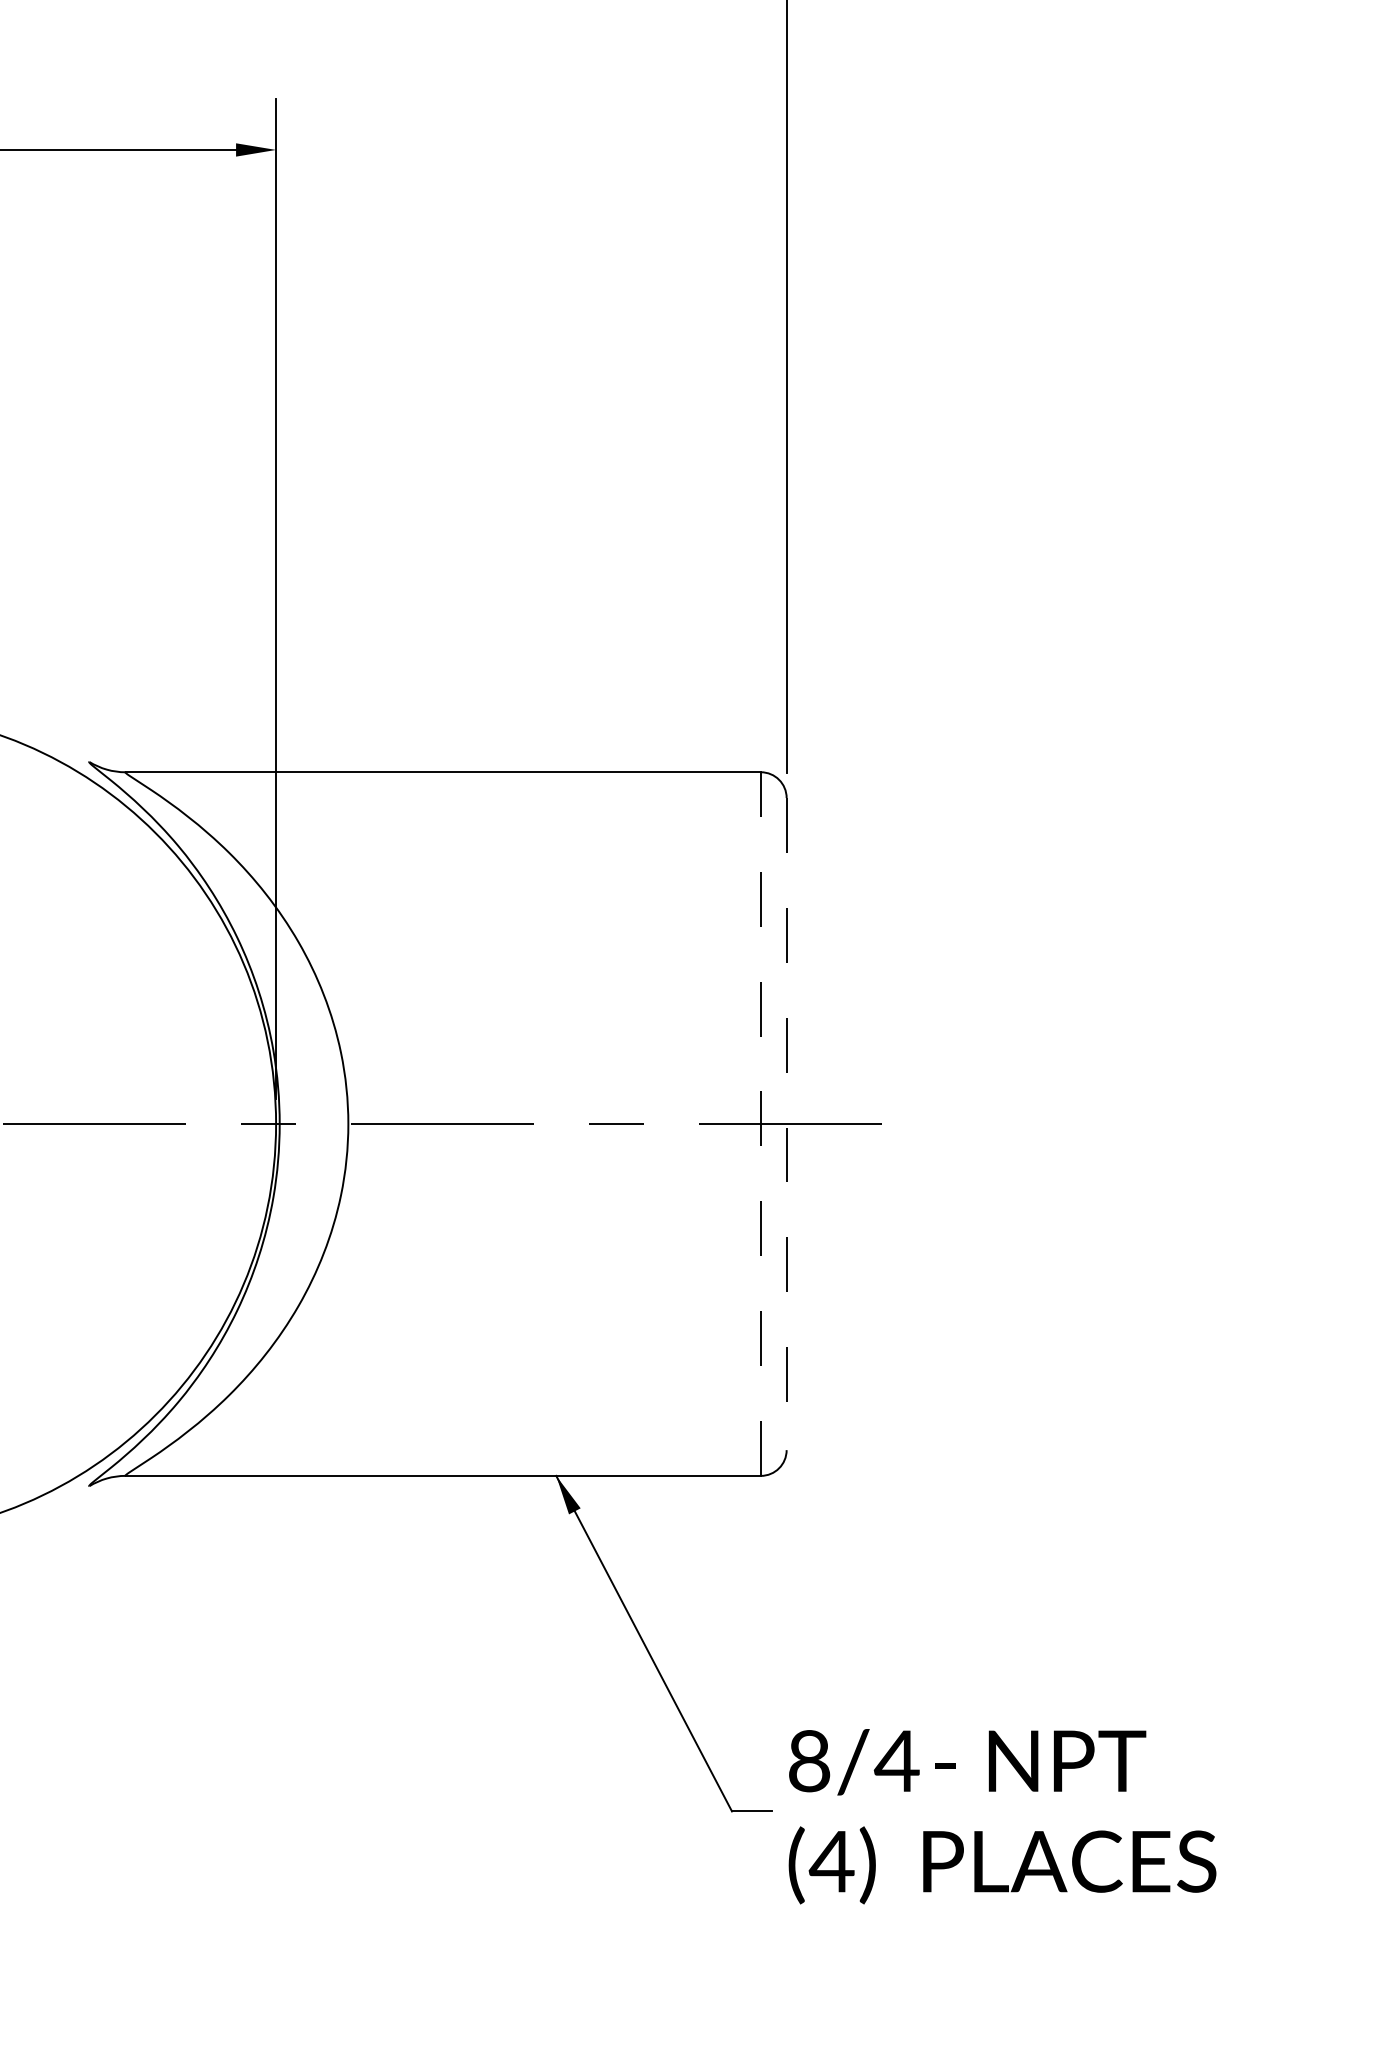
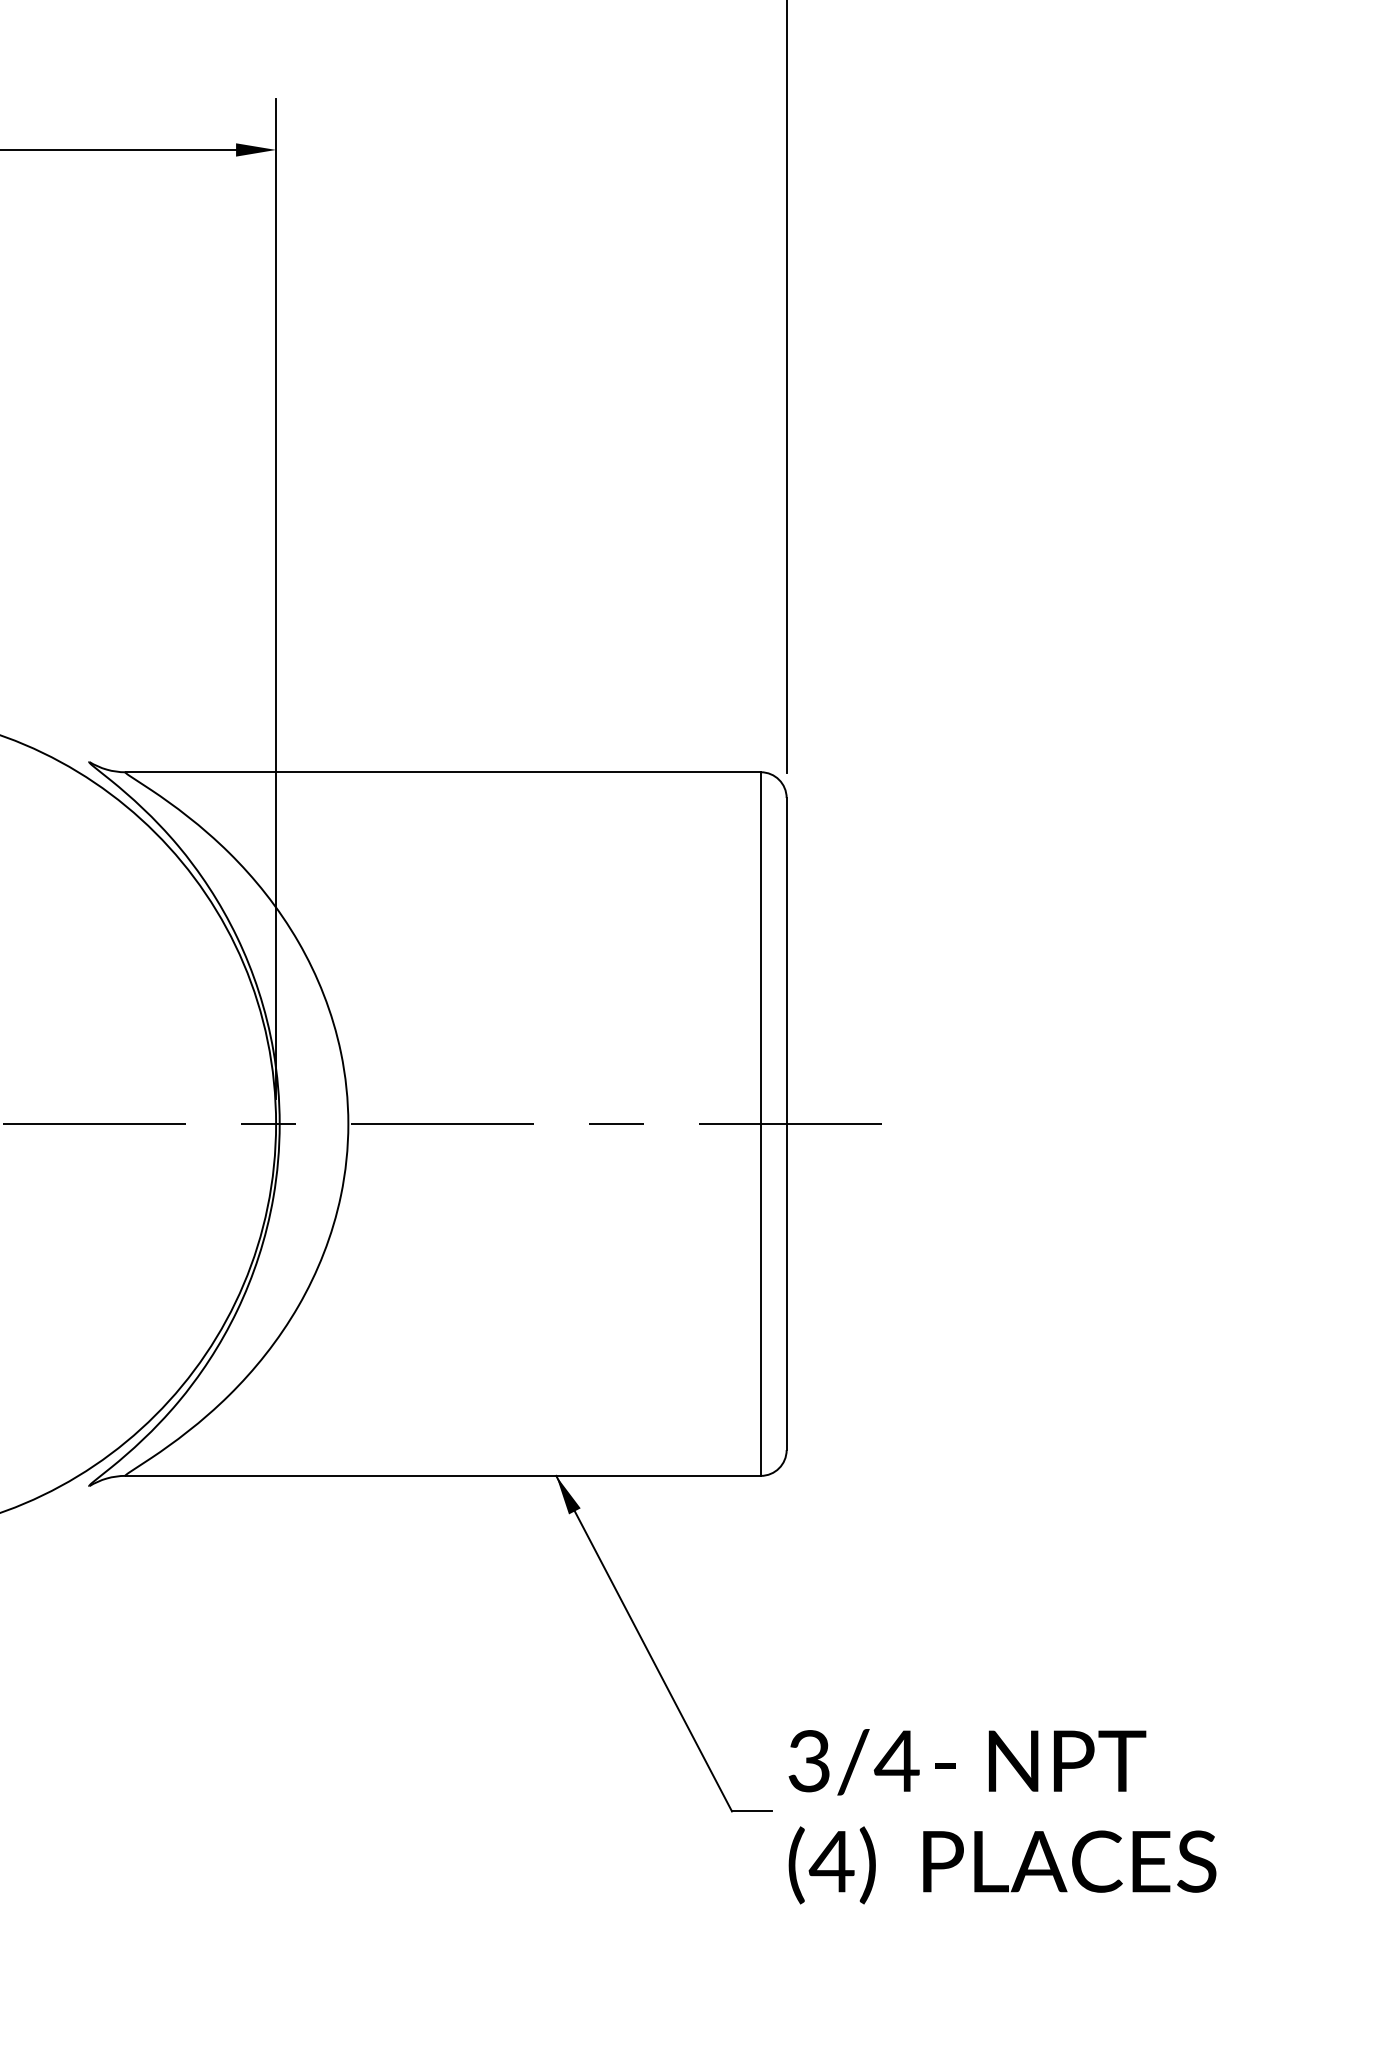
line at (760, 1124): dashed -> solid
line at (786, 1124): dashed -> solid
text at (809, 1761): 8/4 -> 3/4
